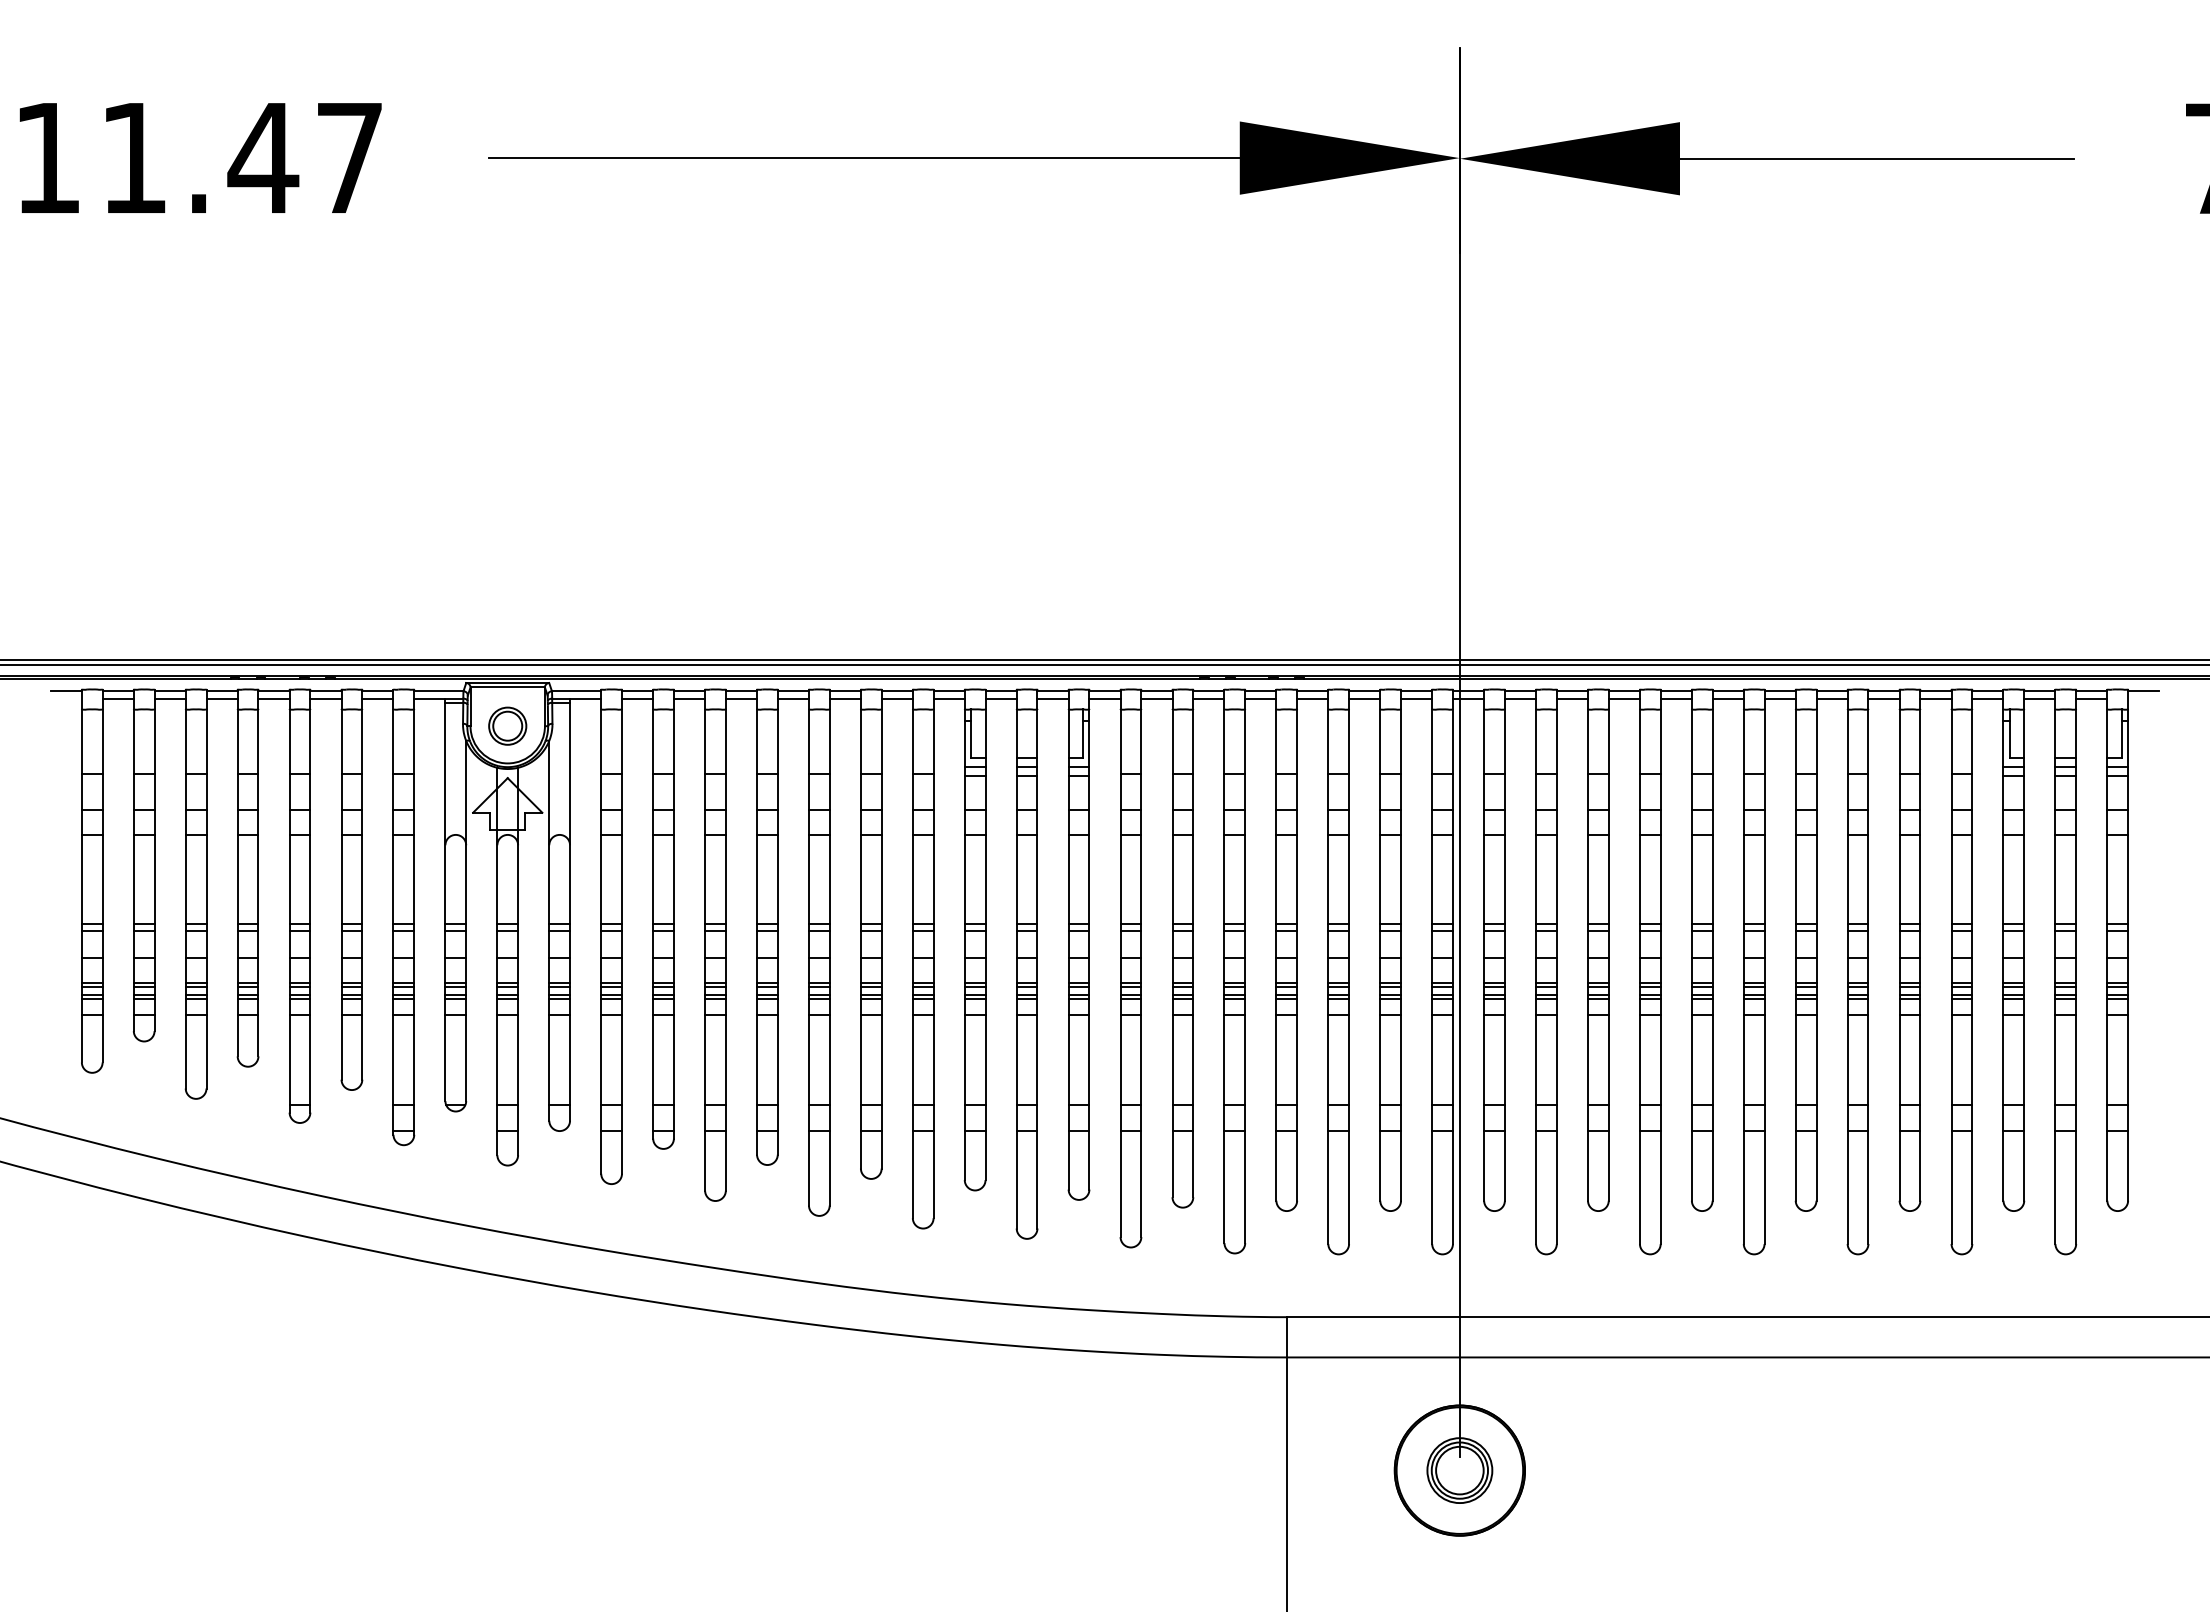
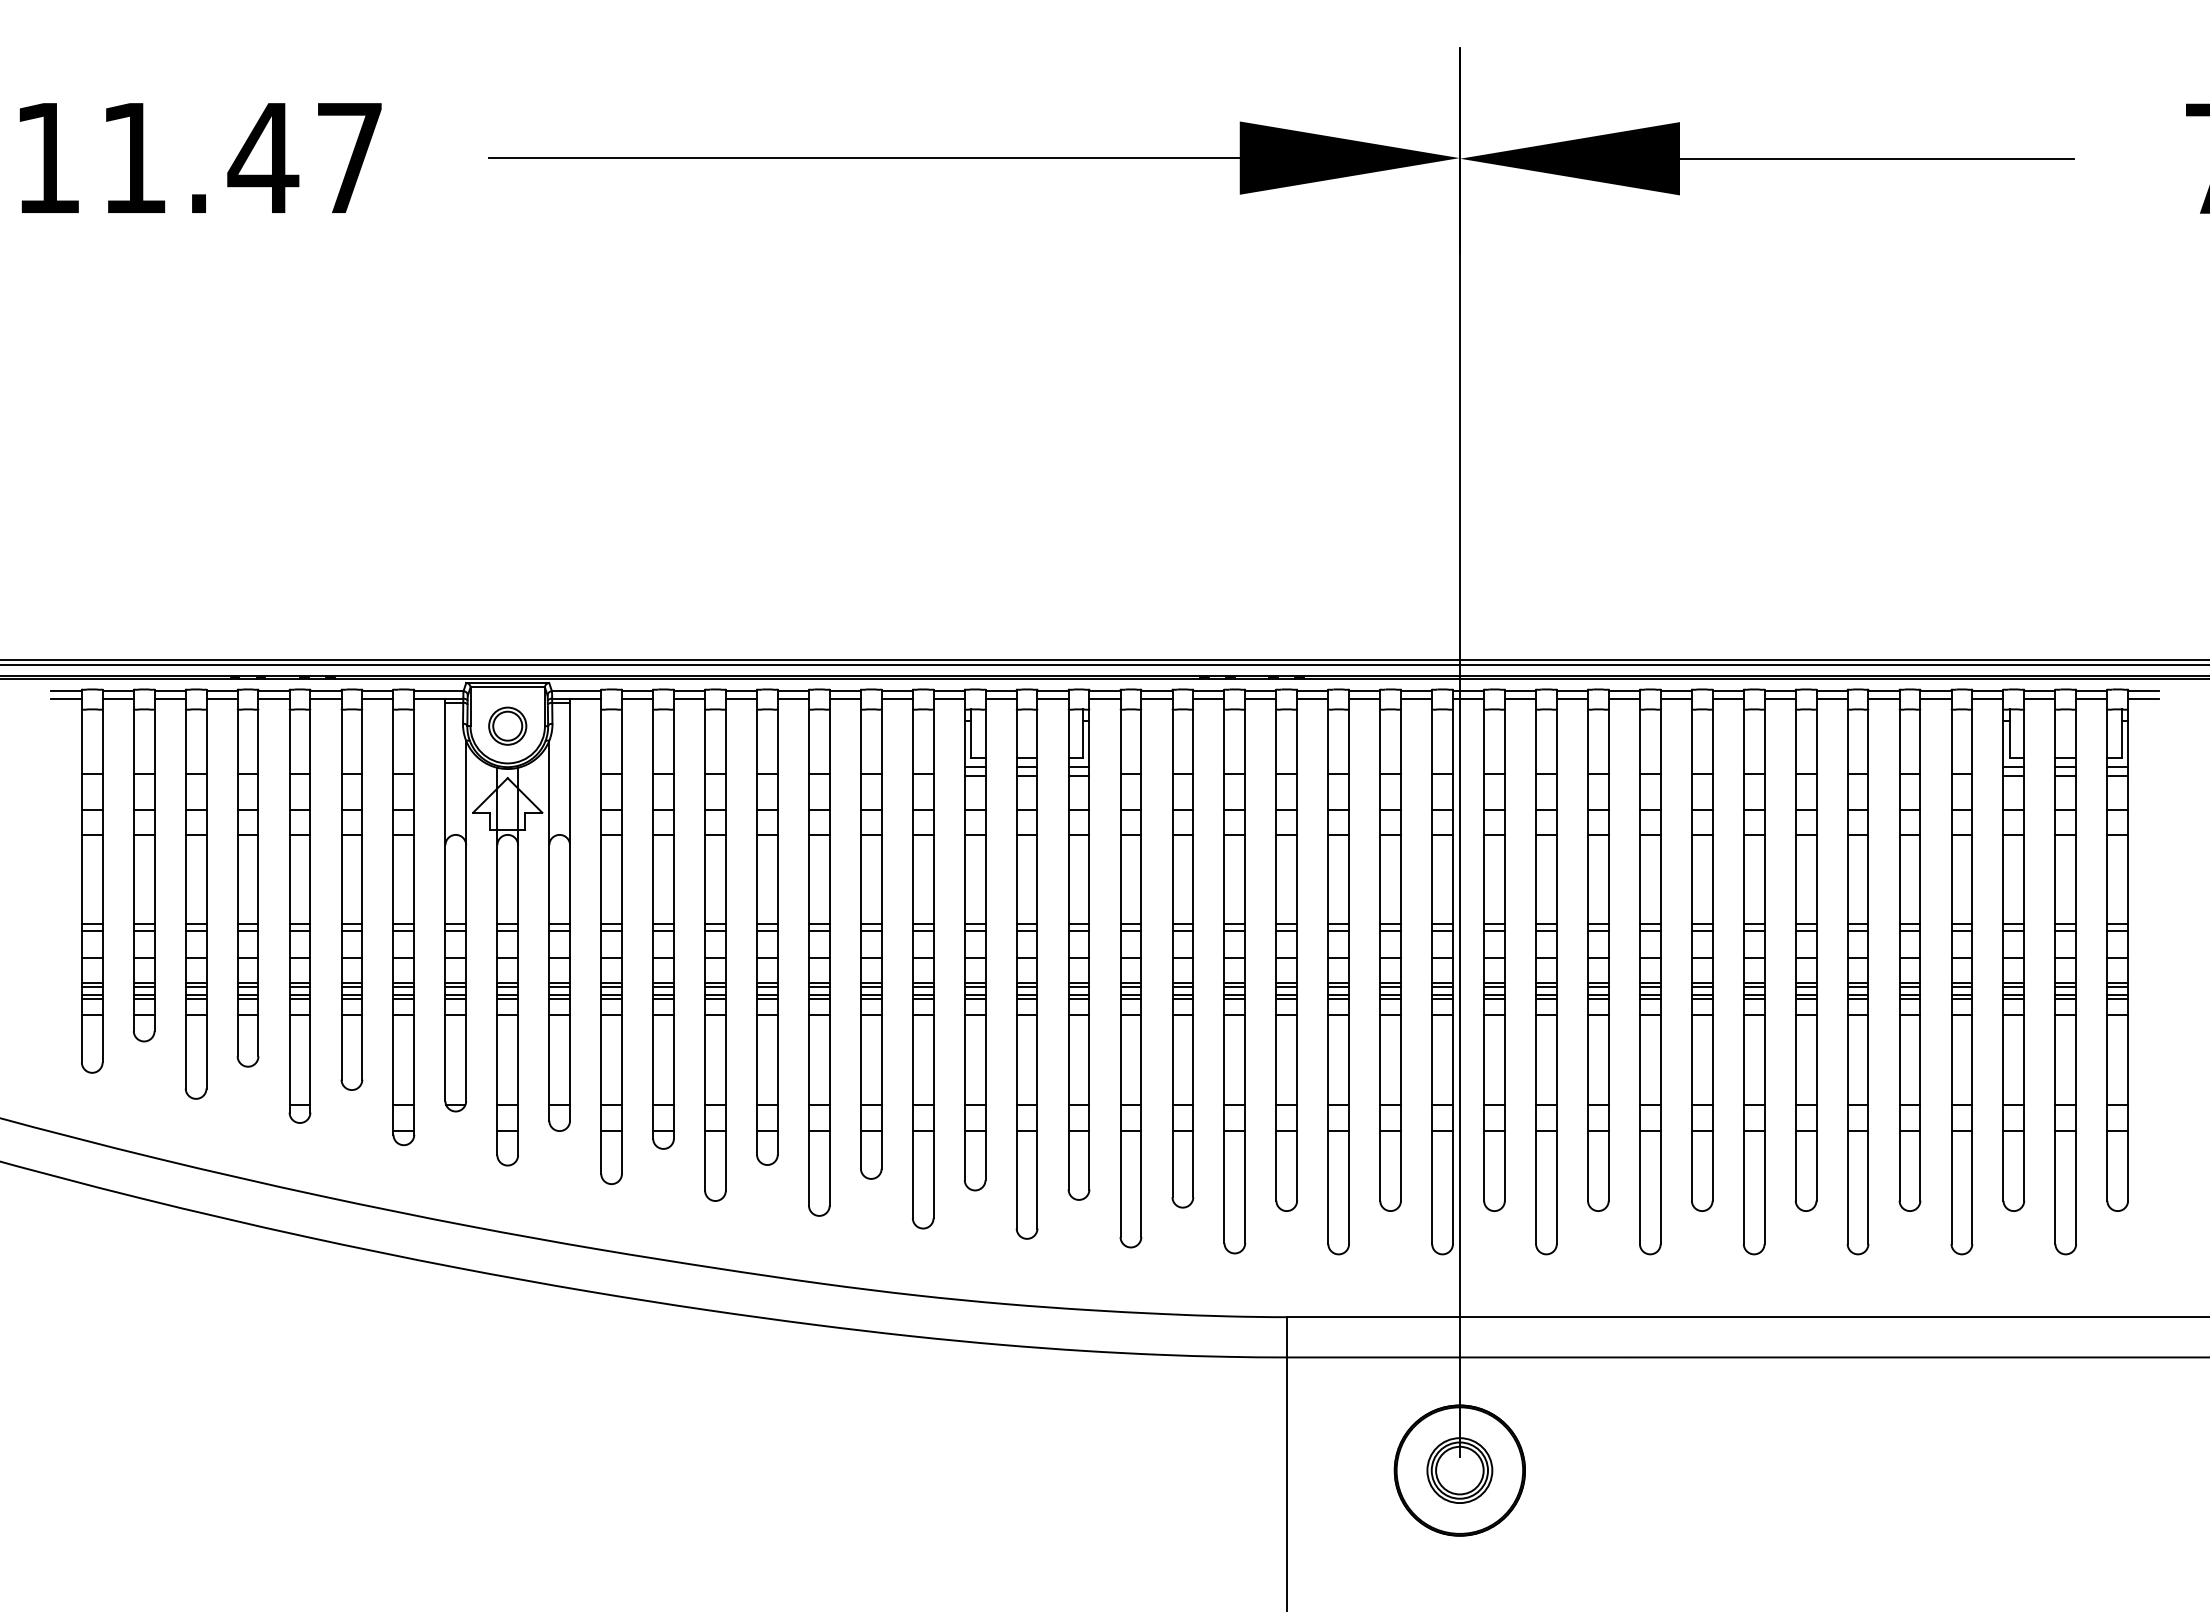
line at (65, 698): none -> present
line at (2143, 698): none -> present
